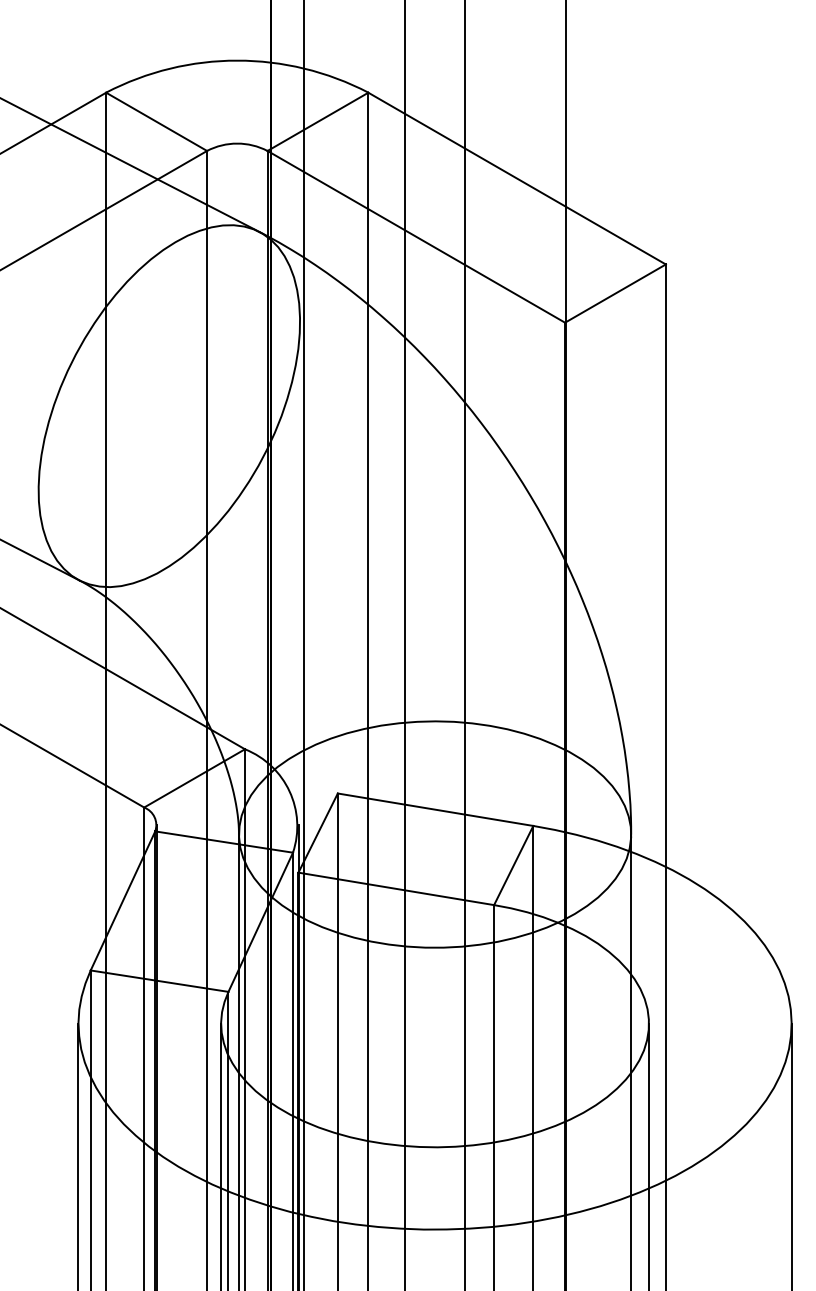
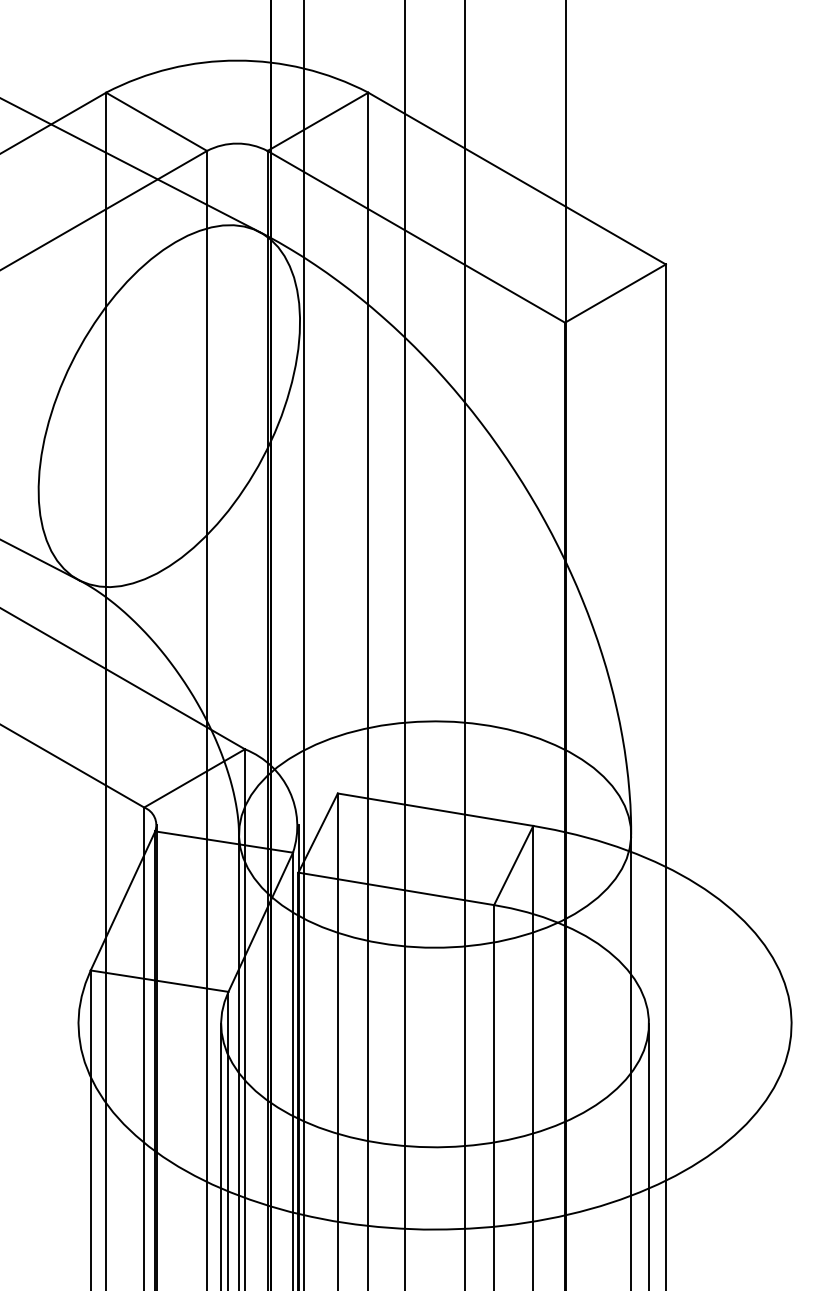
line at (78, 1155): present -> none
line at (791, 1155): present -> none
